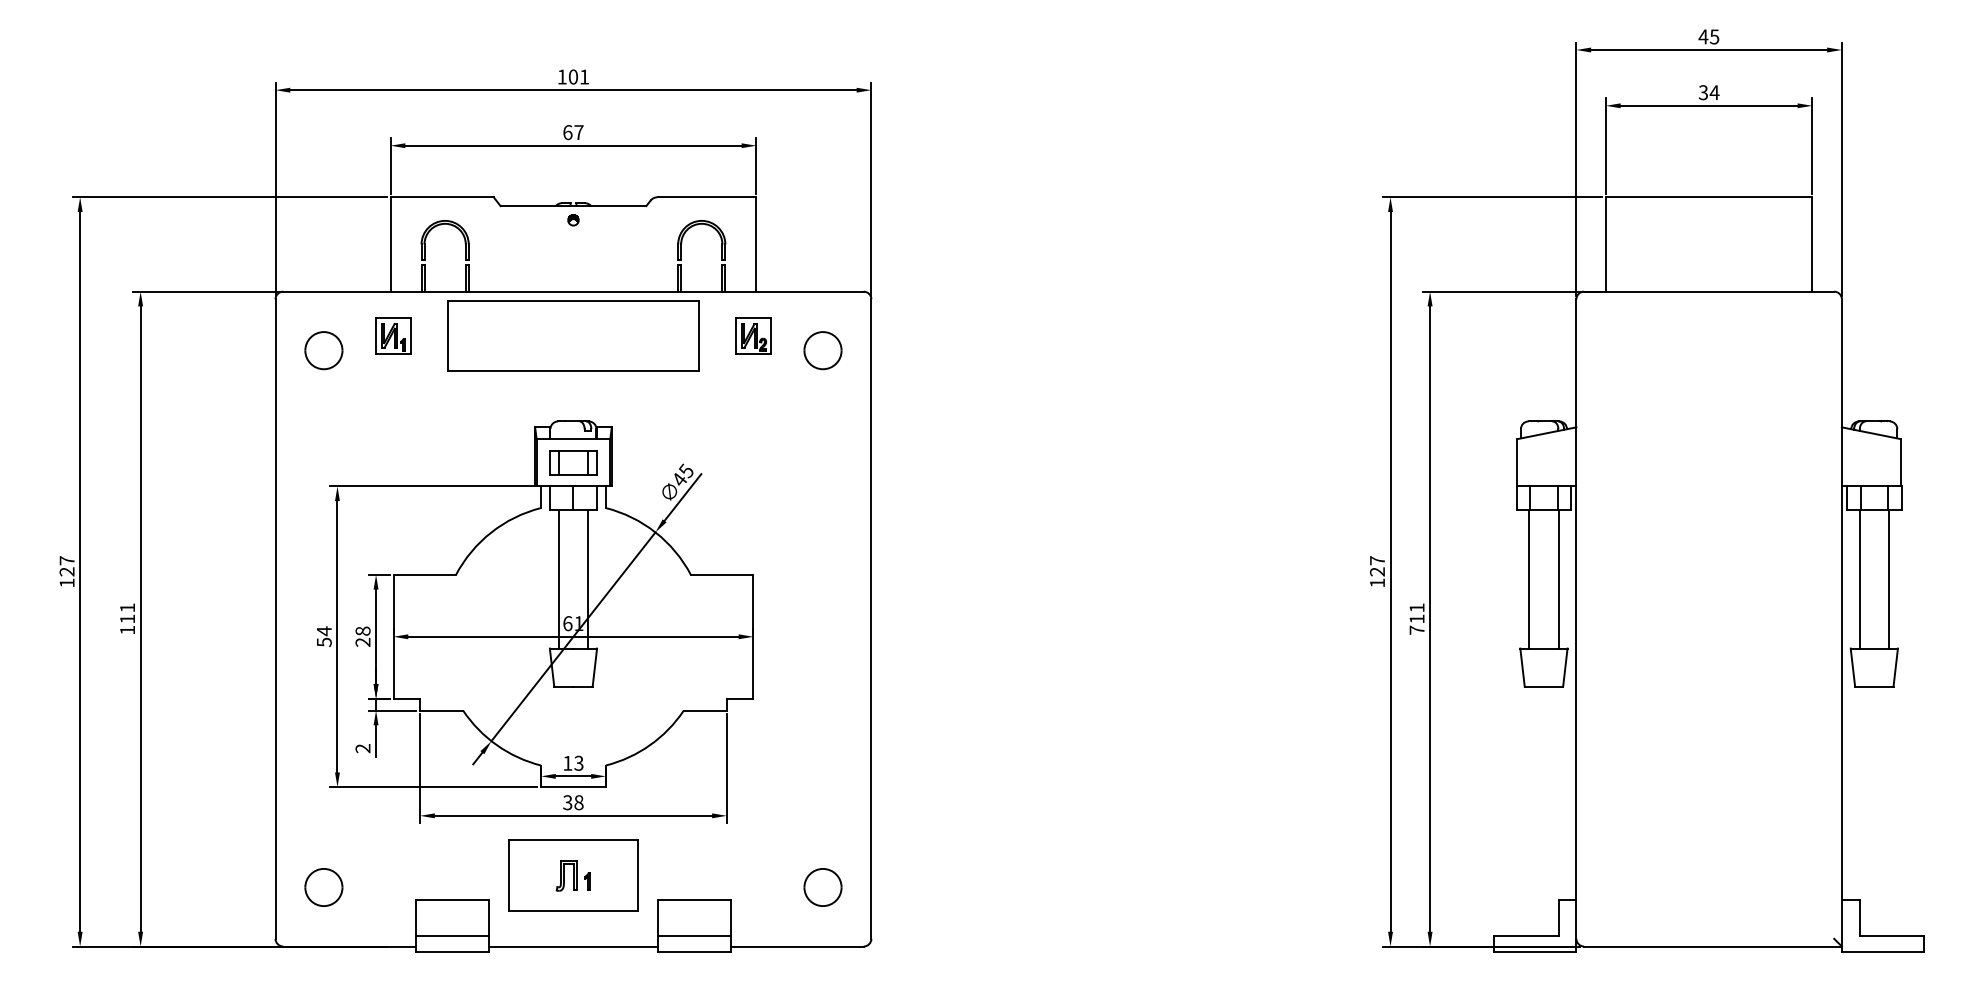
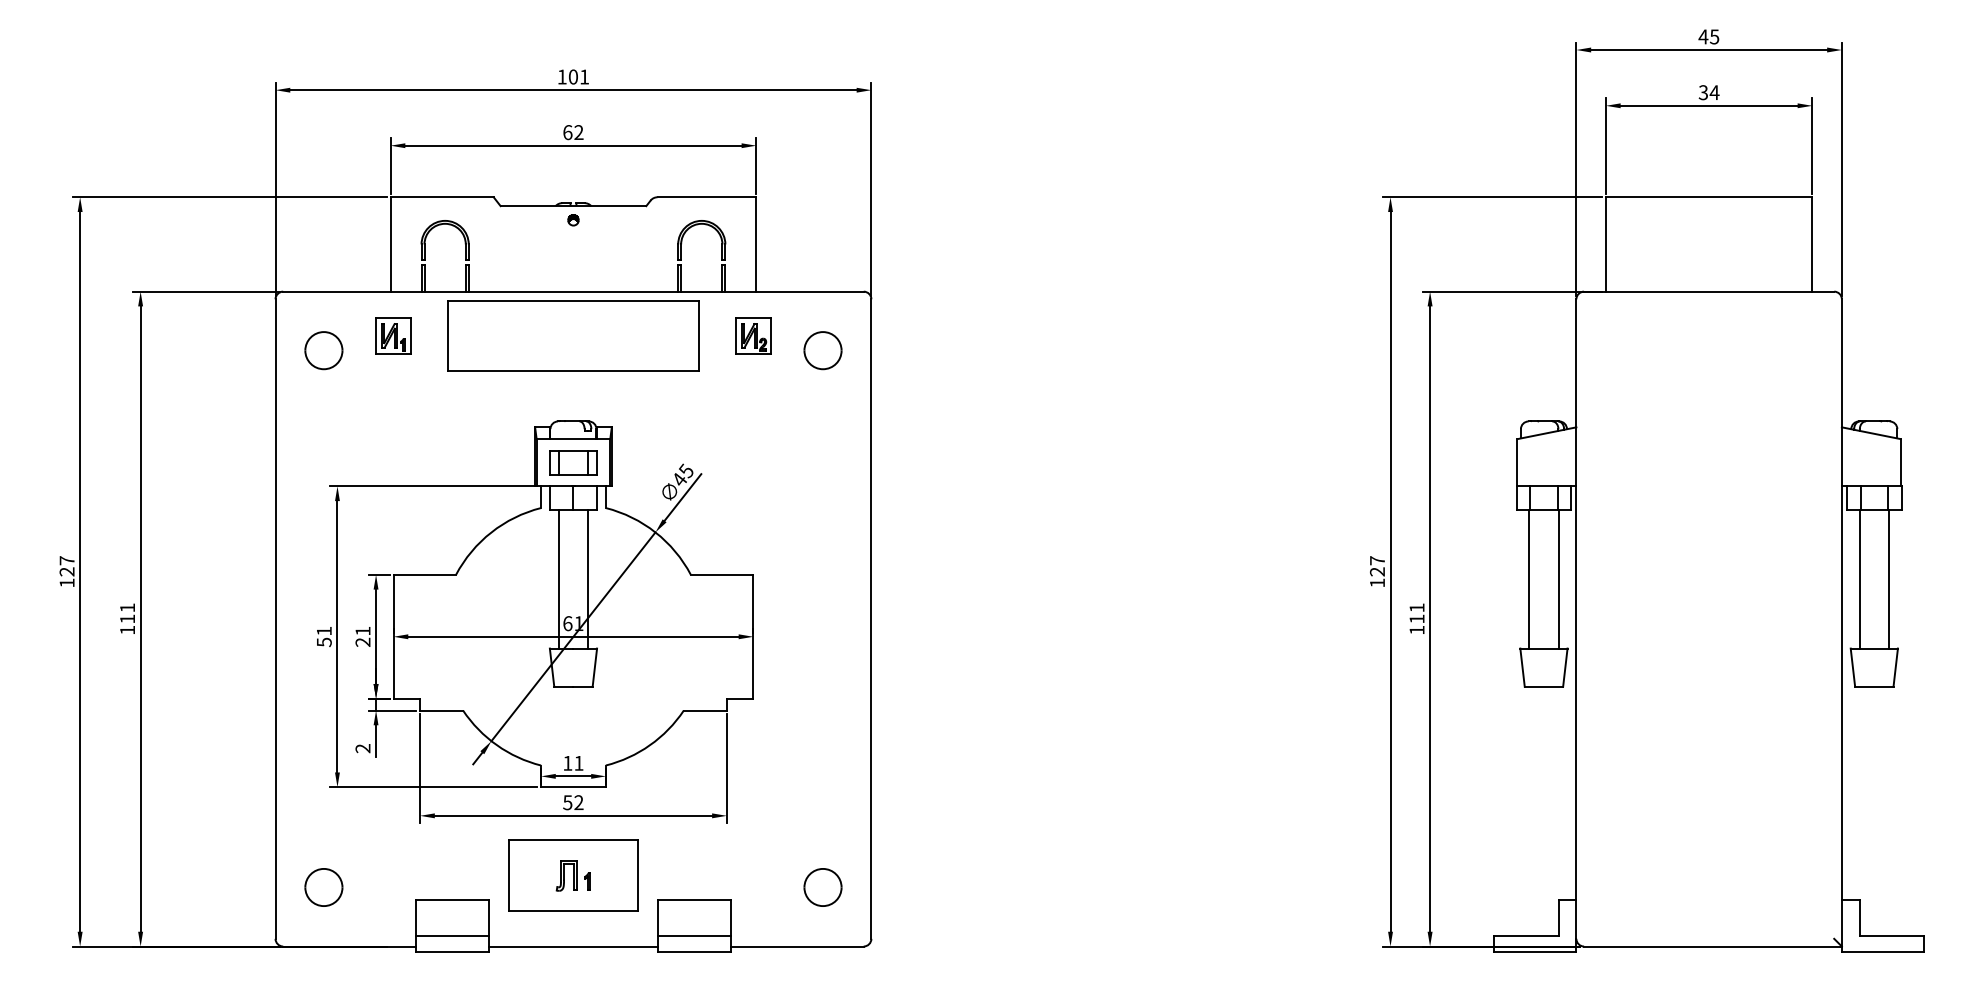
text at (578, 132): 67 -> 62
text at (1416, 629): 711 -> 111
text at (362, 630): 28 -> 21
text at (324, 631): 54 -> 51
text at (578, 762): 13 -> 11
text at (573, 802): 38 -> 52
